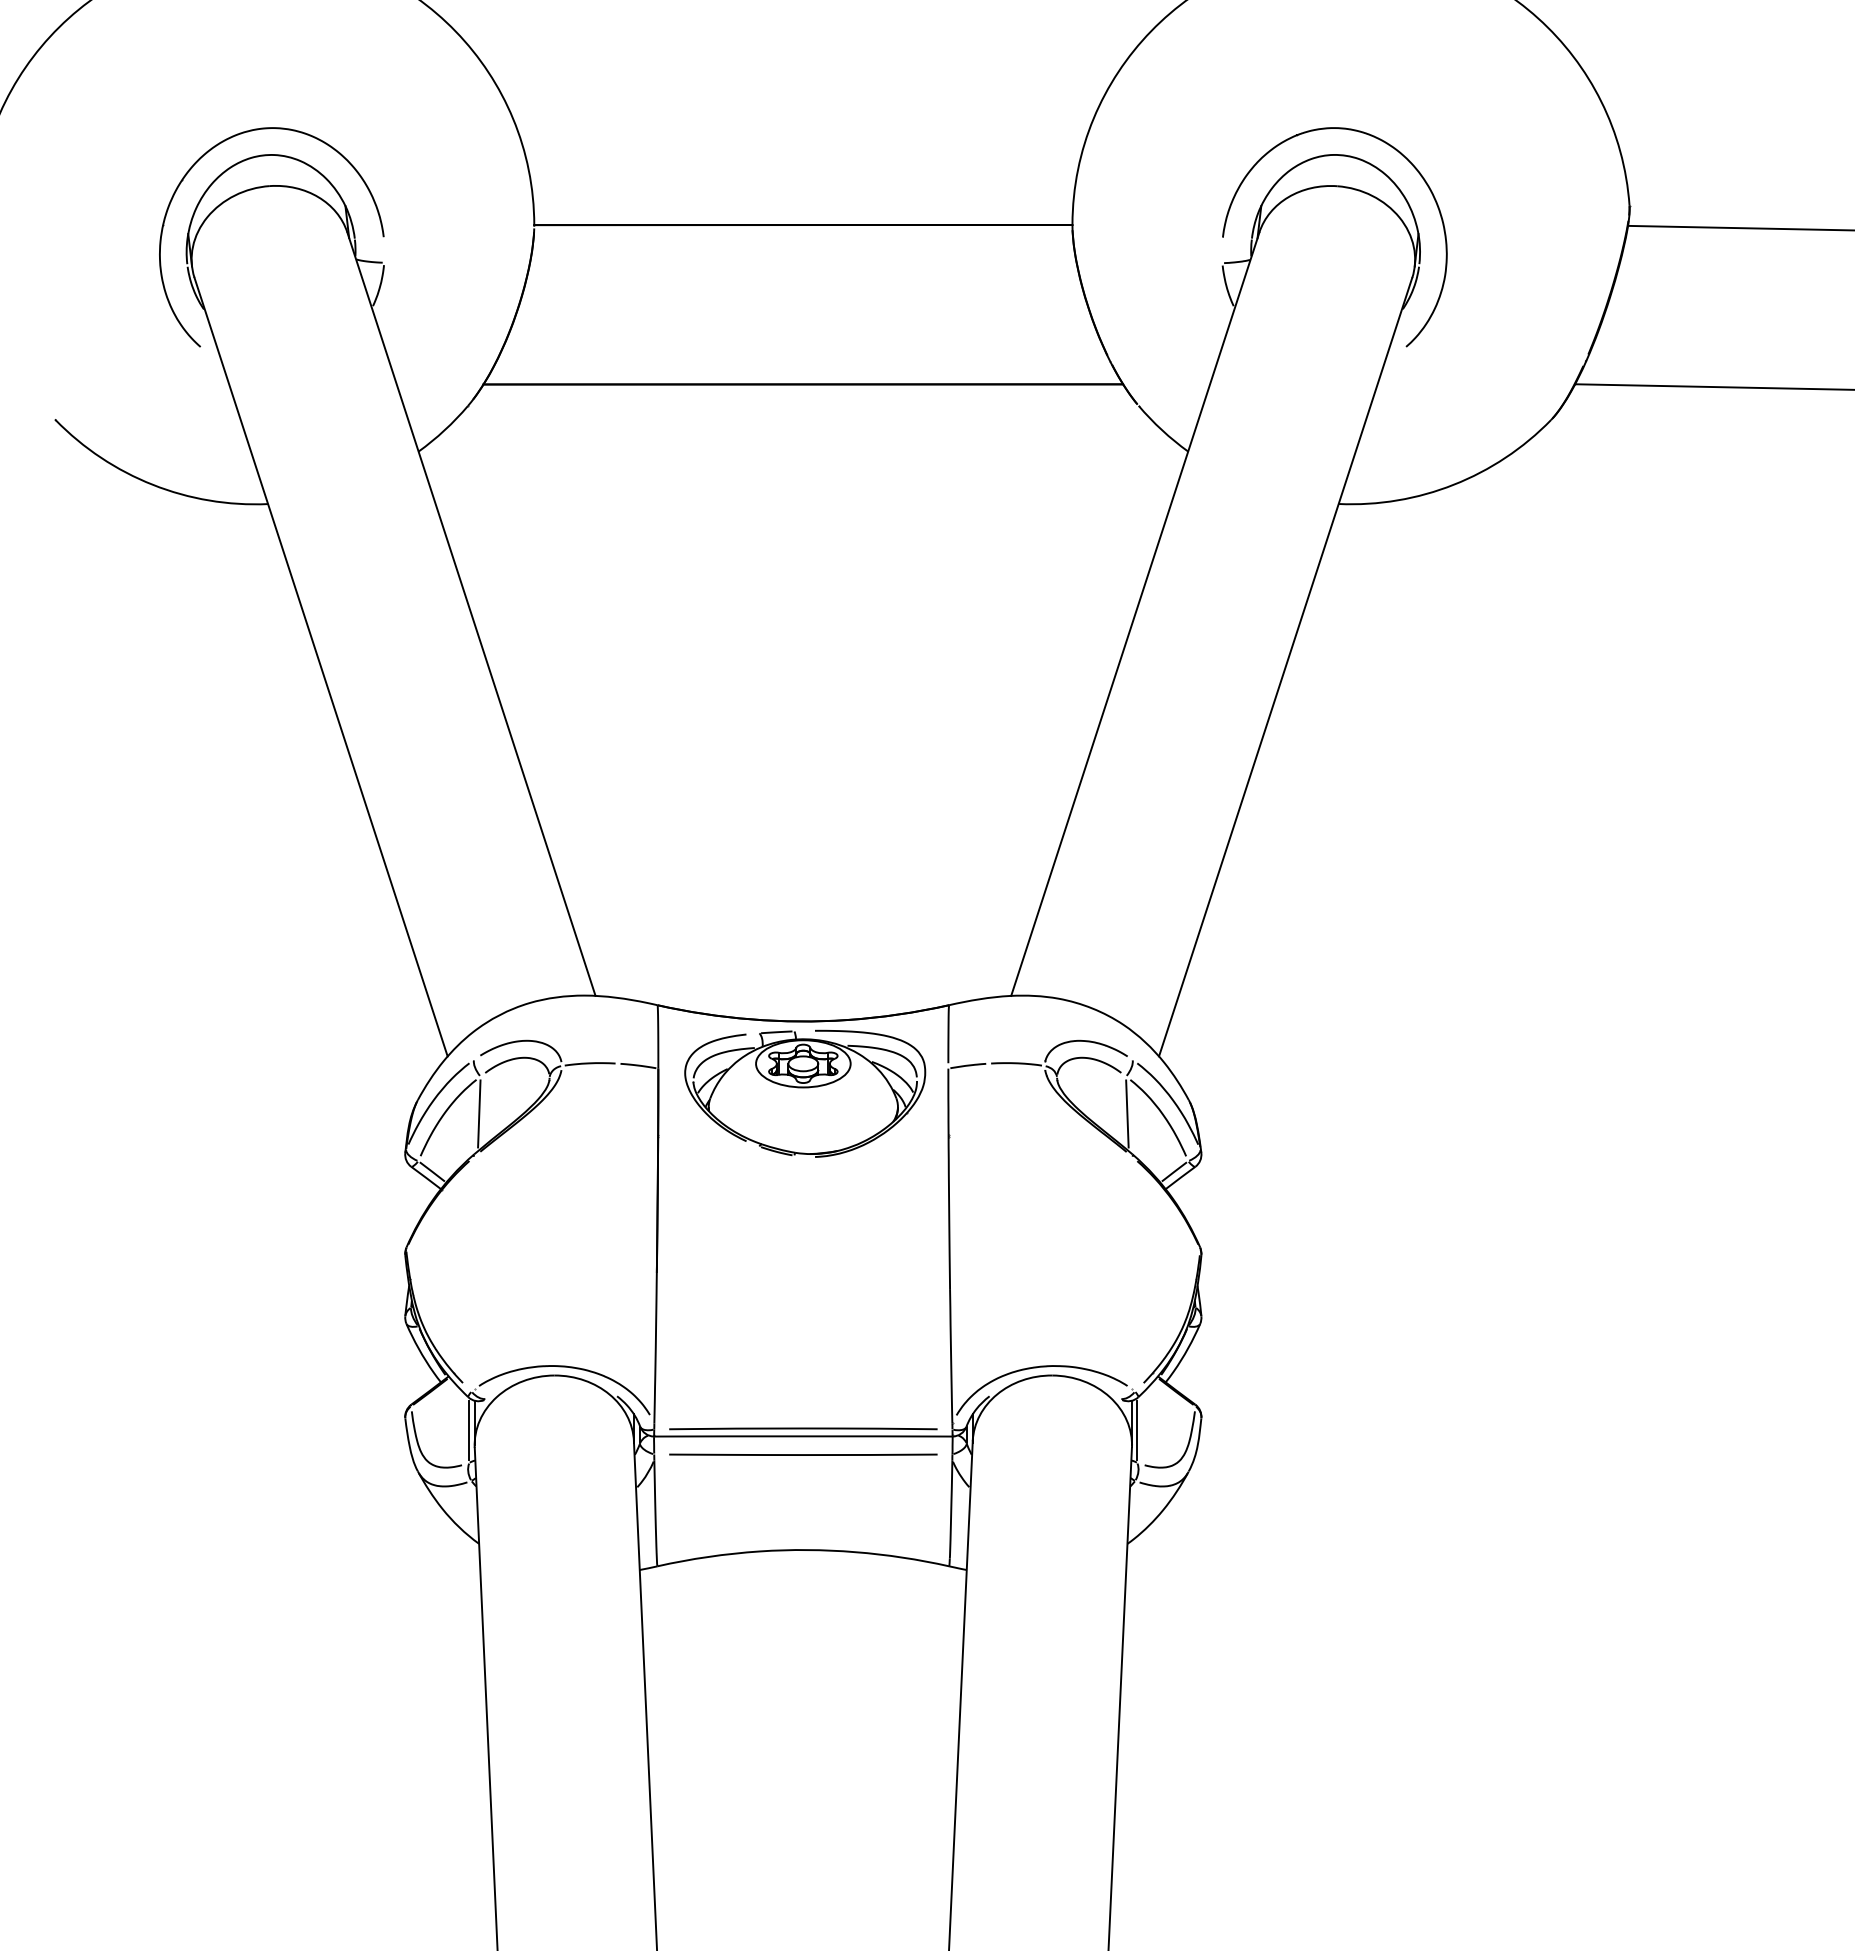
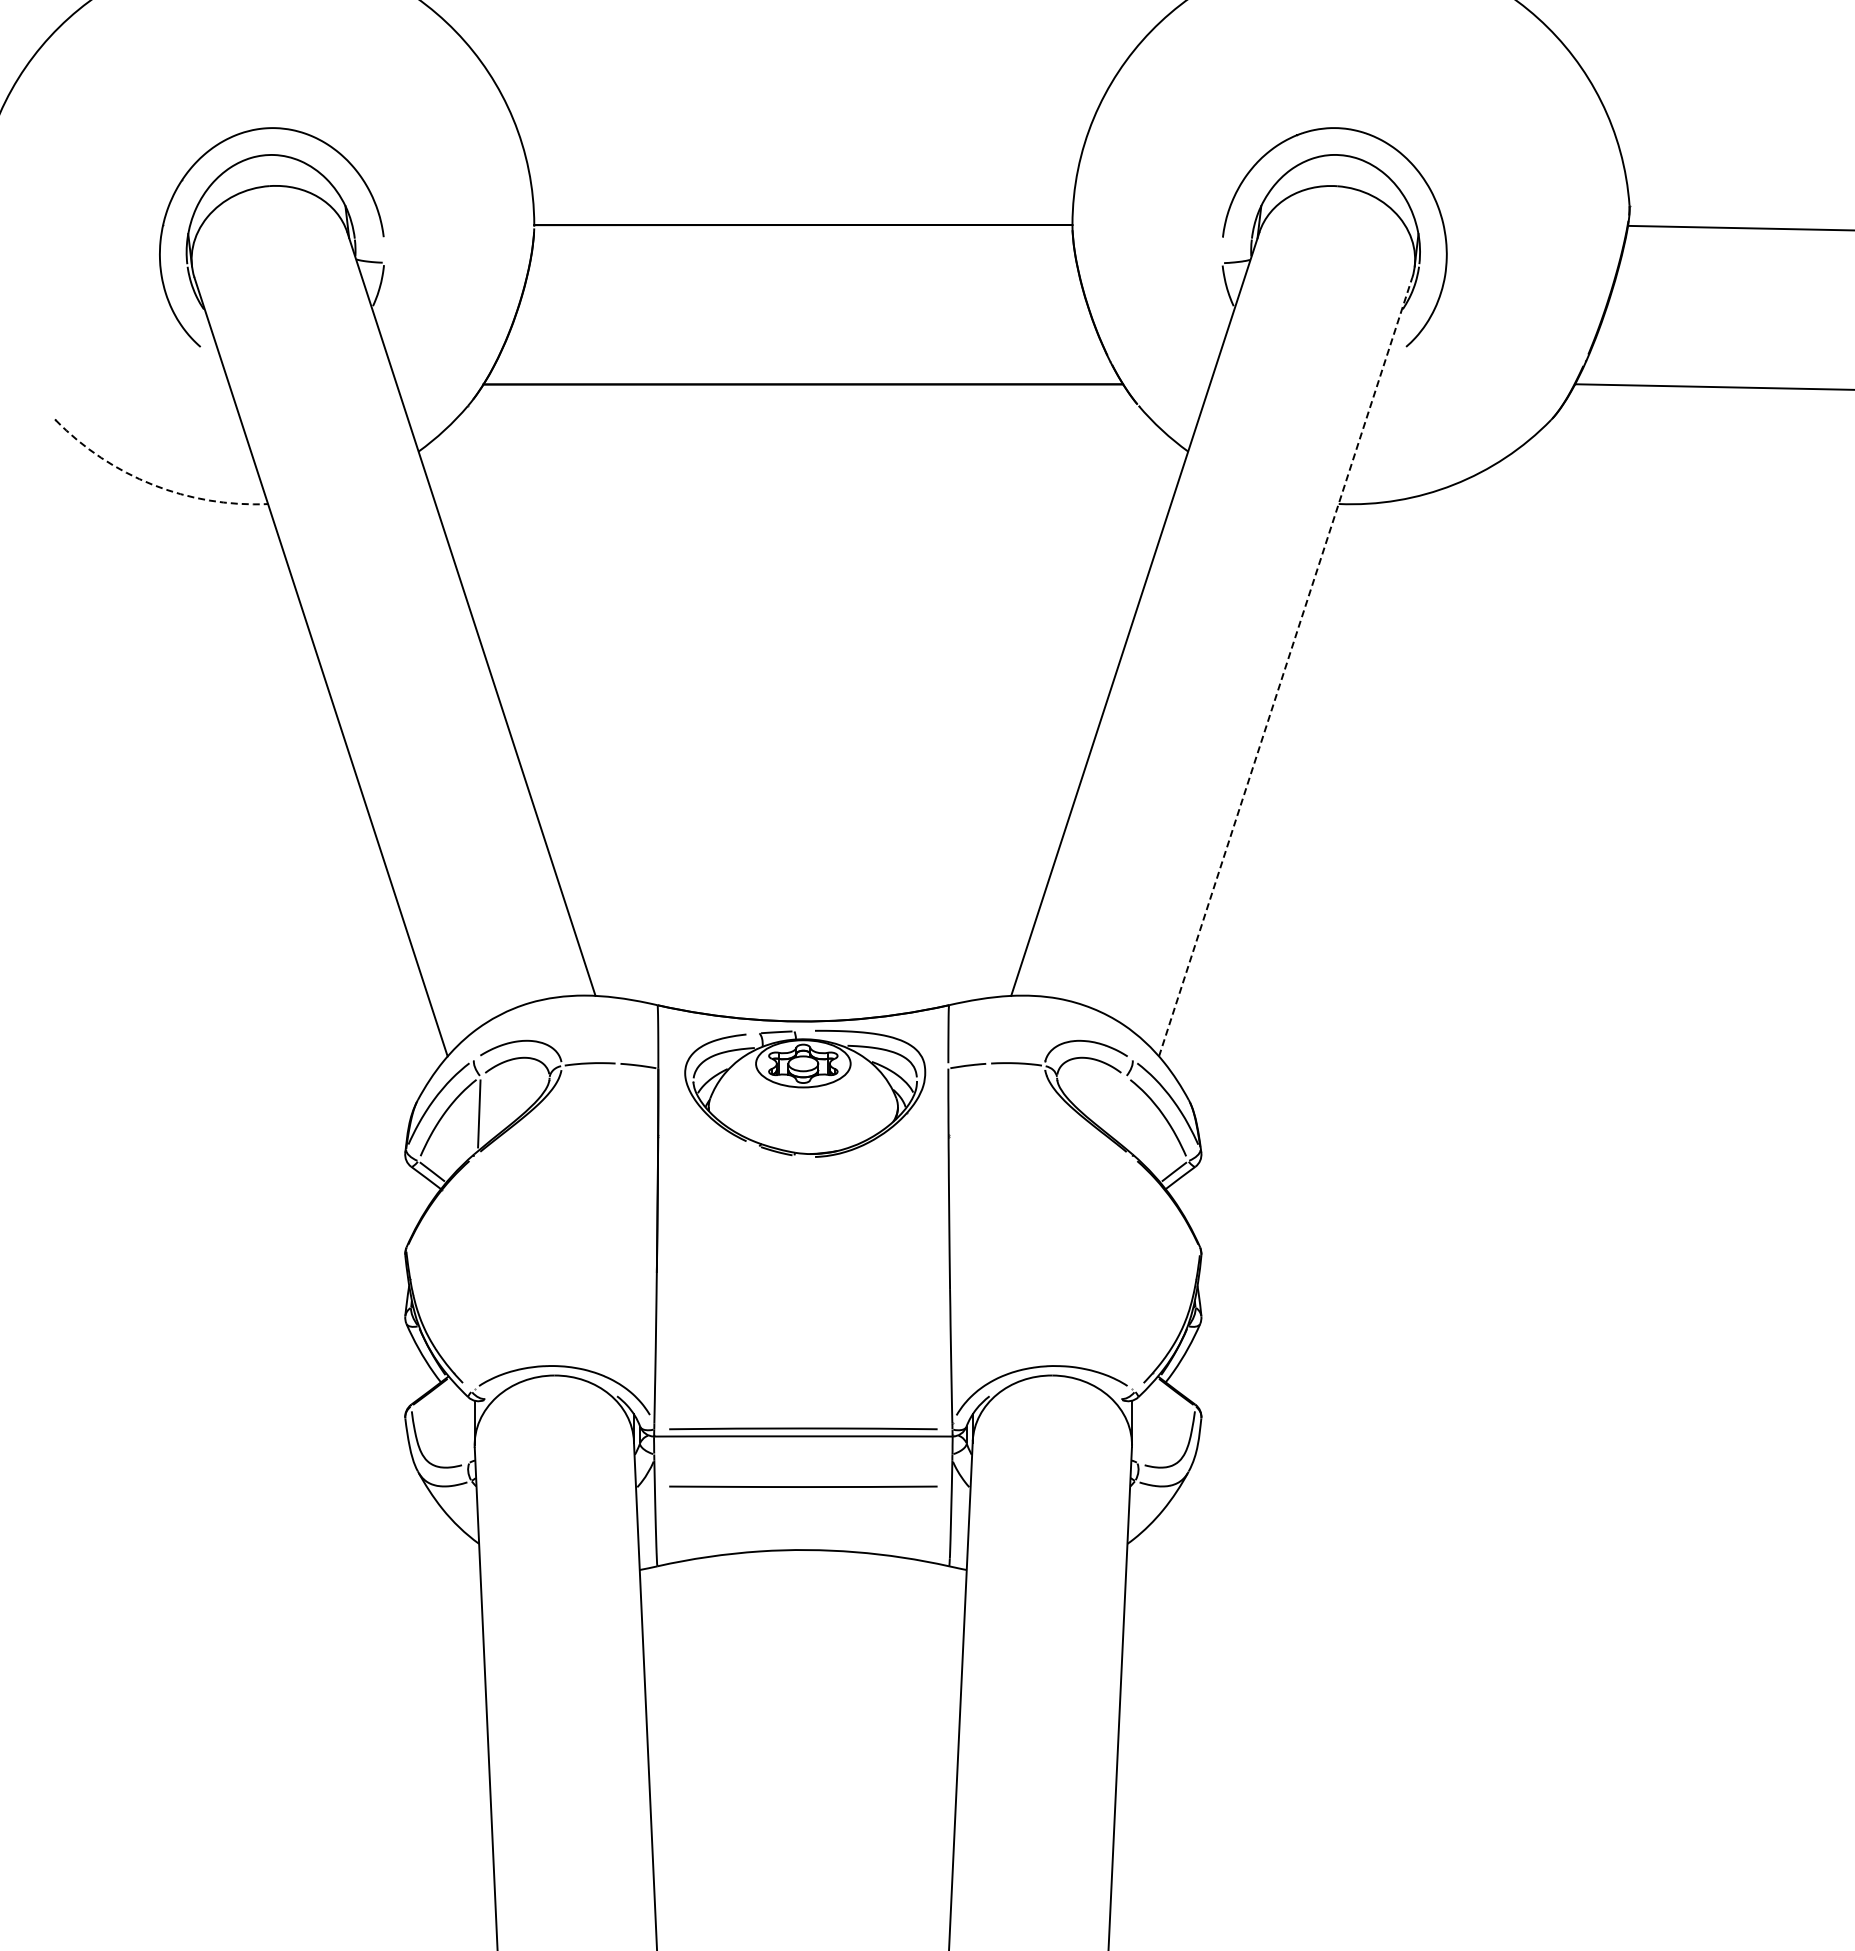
arc at (152, 484): solid -> dashed
line at (1285, 666): solid -> dashed
line at (1127, 1113): present -> none
line at (469, 1430): present -> none
line at (1137, 1430): present -> none
line at (803, 1454) position: (803, 1454) -> (803, 1486)
